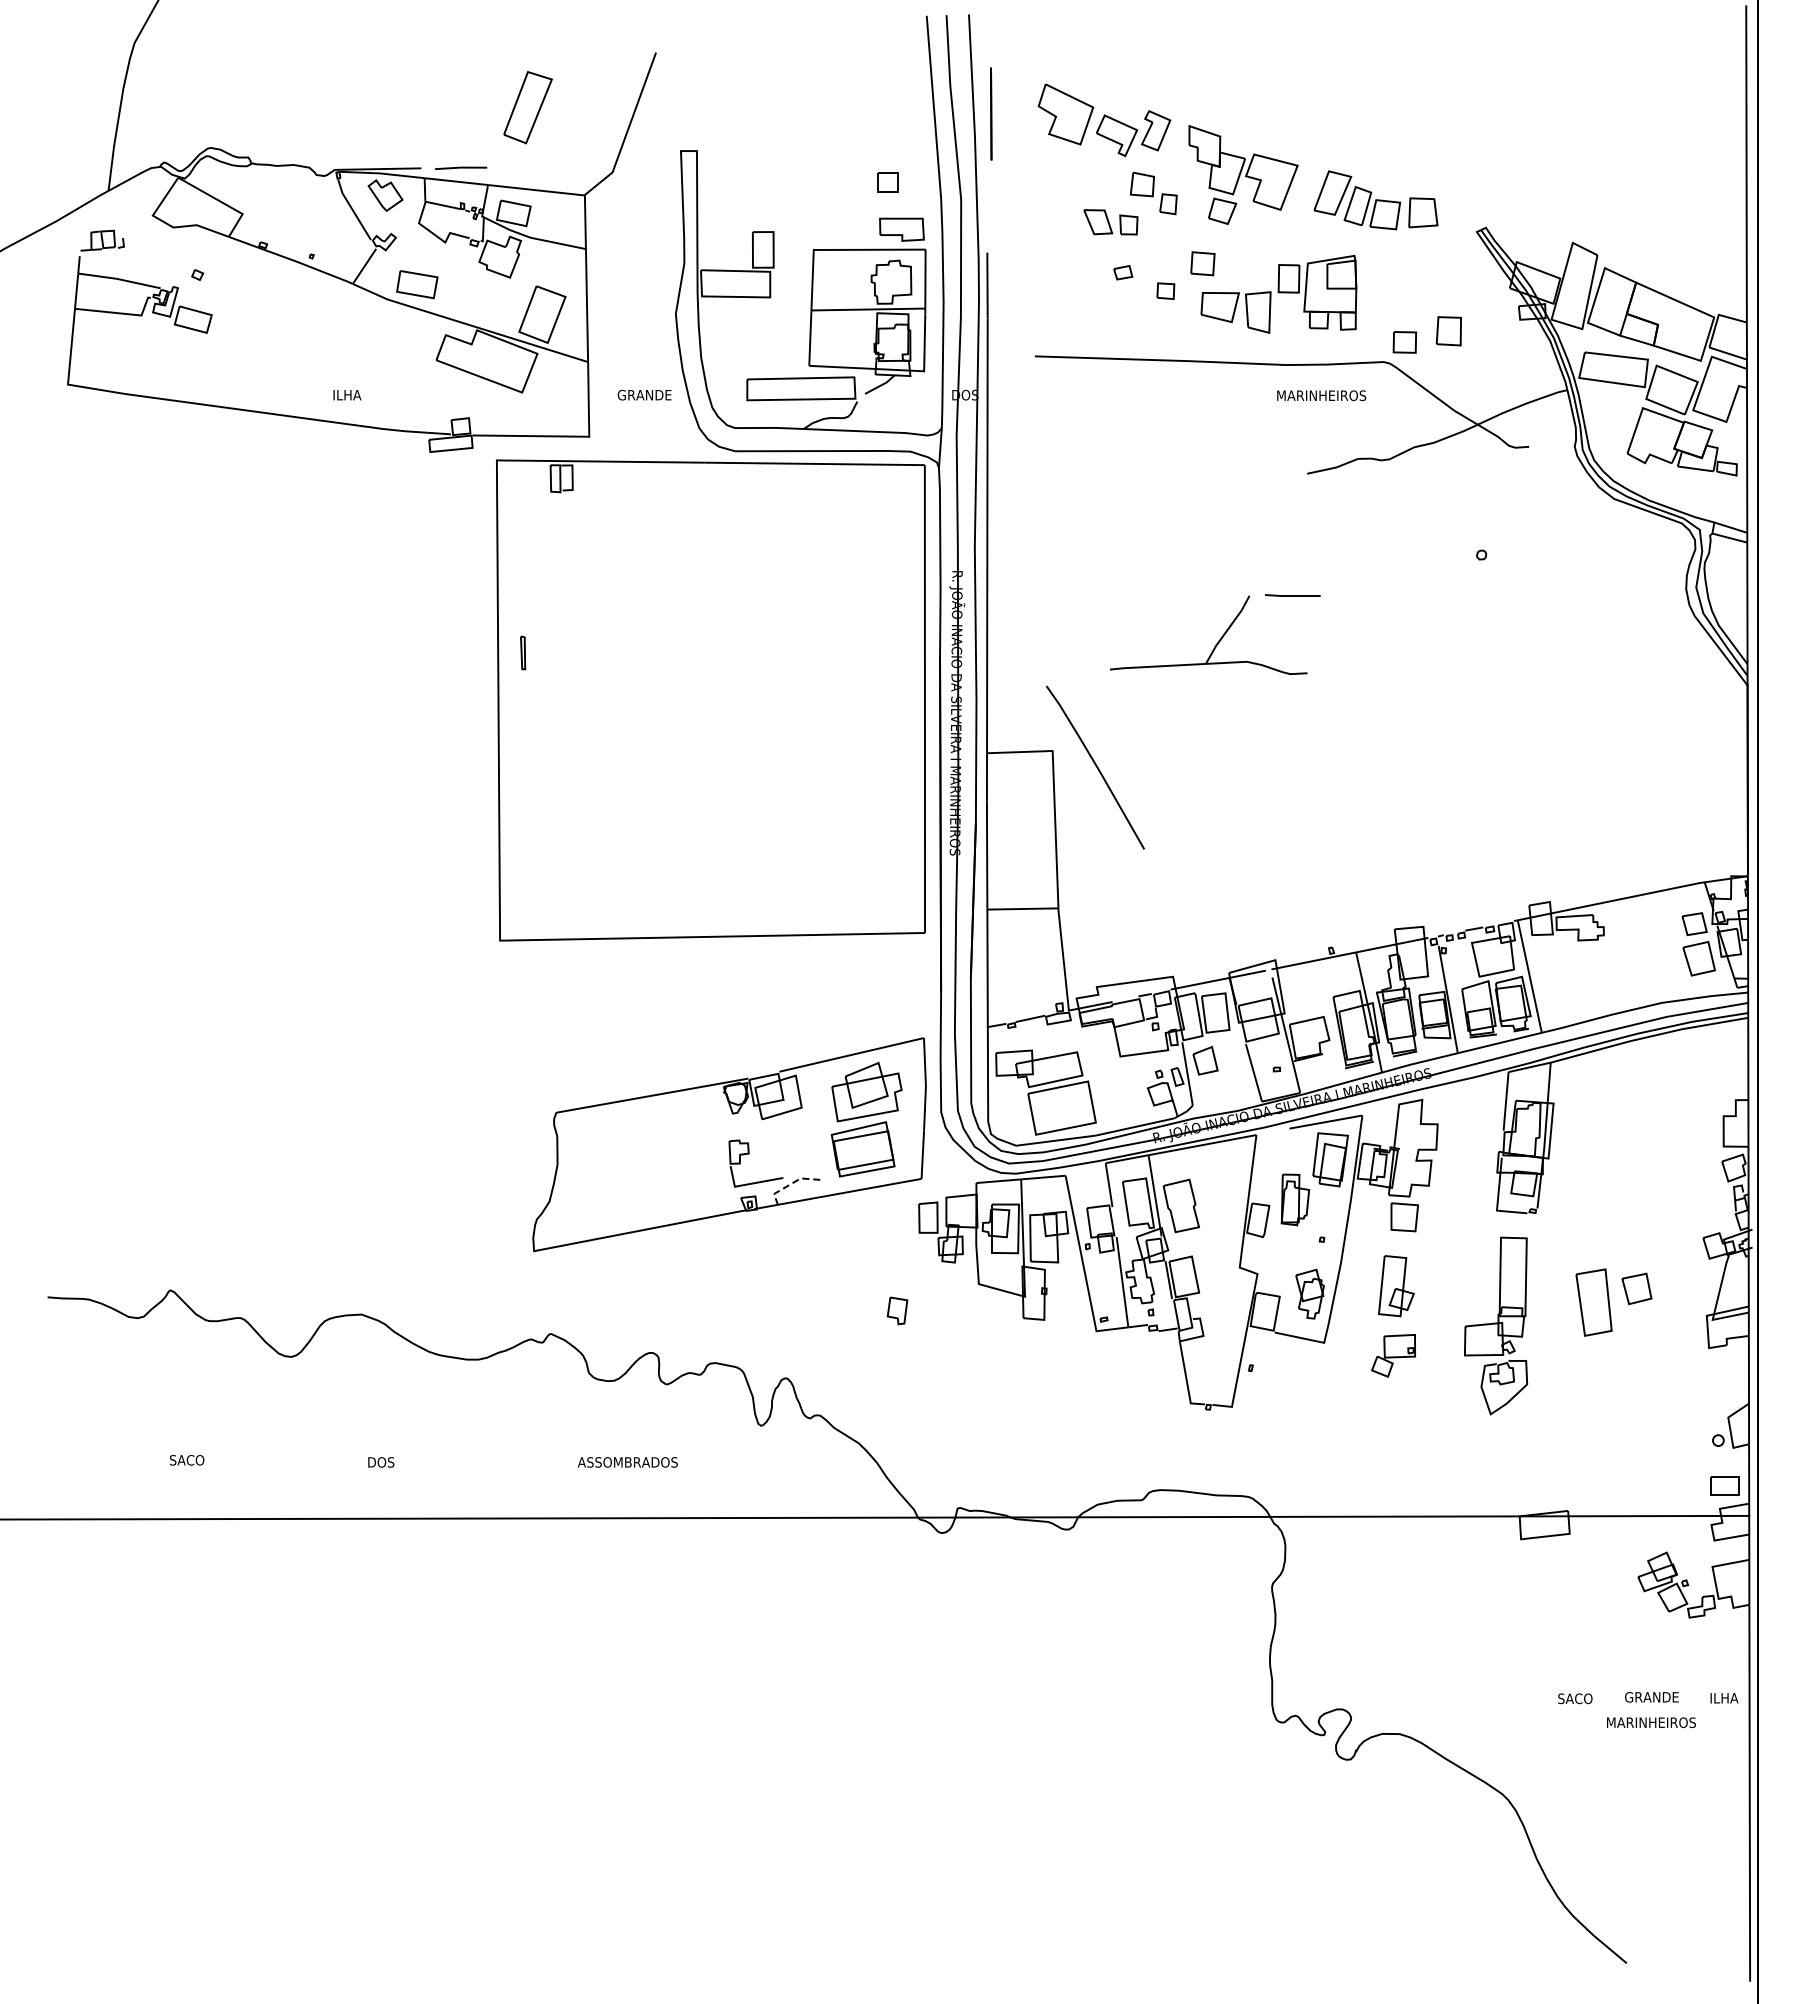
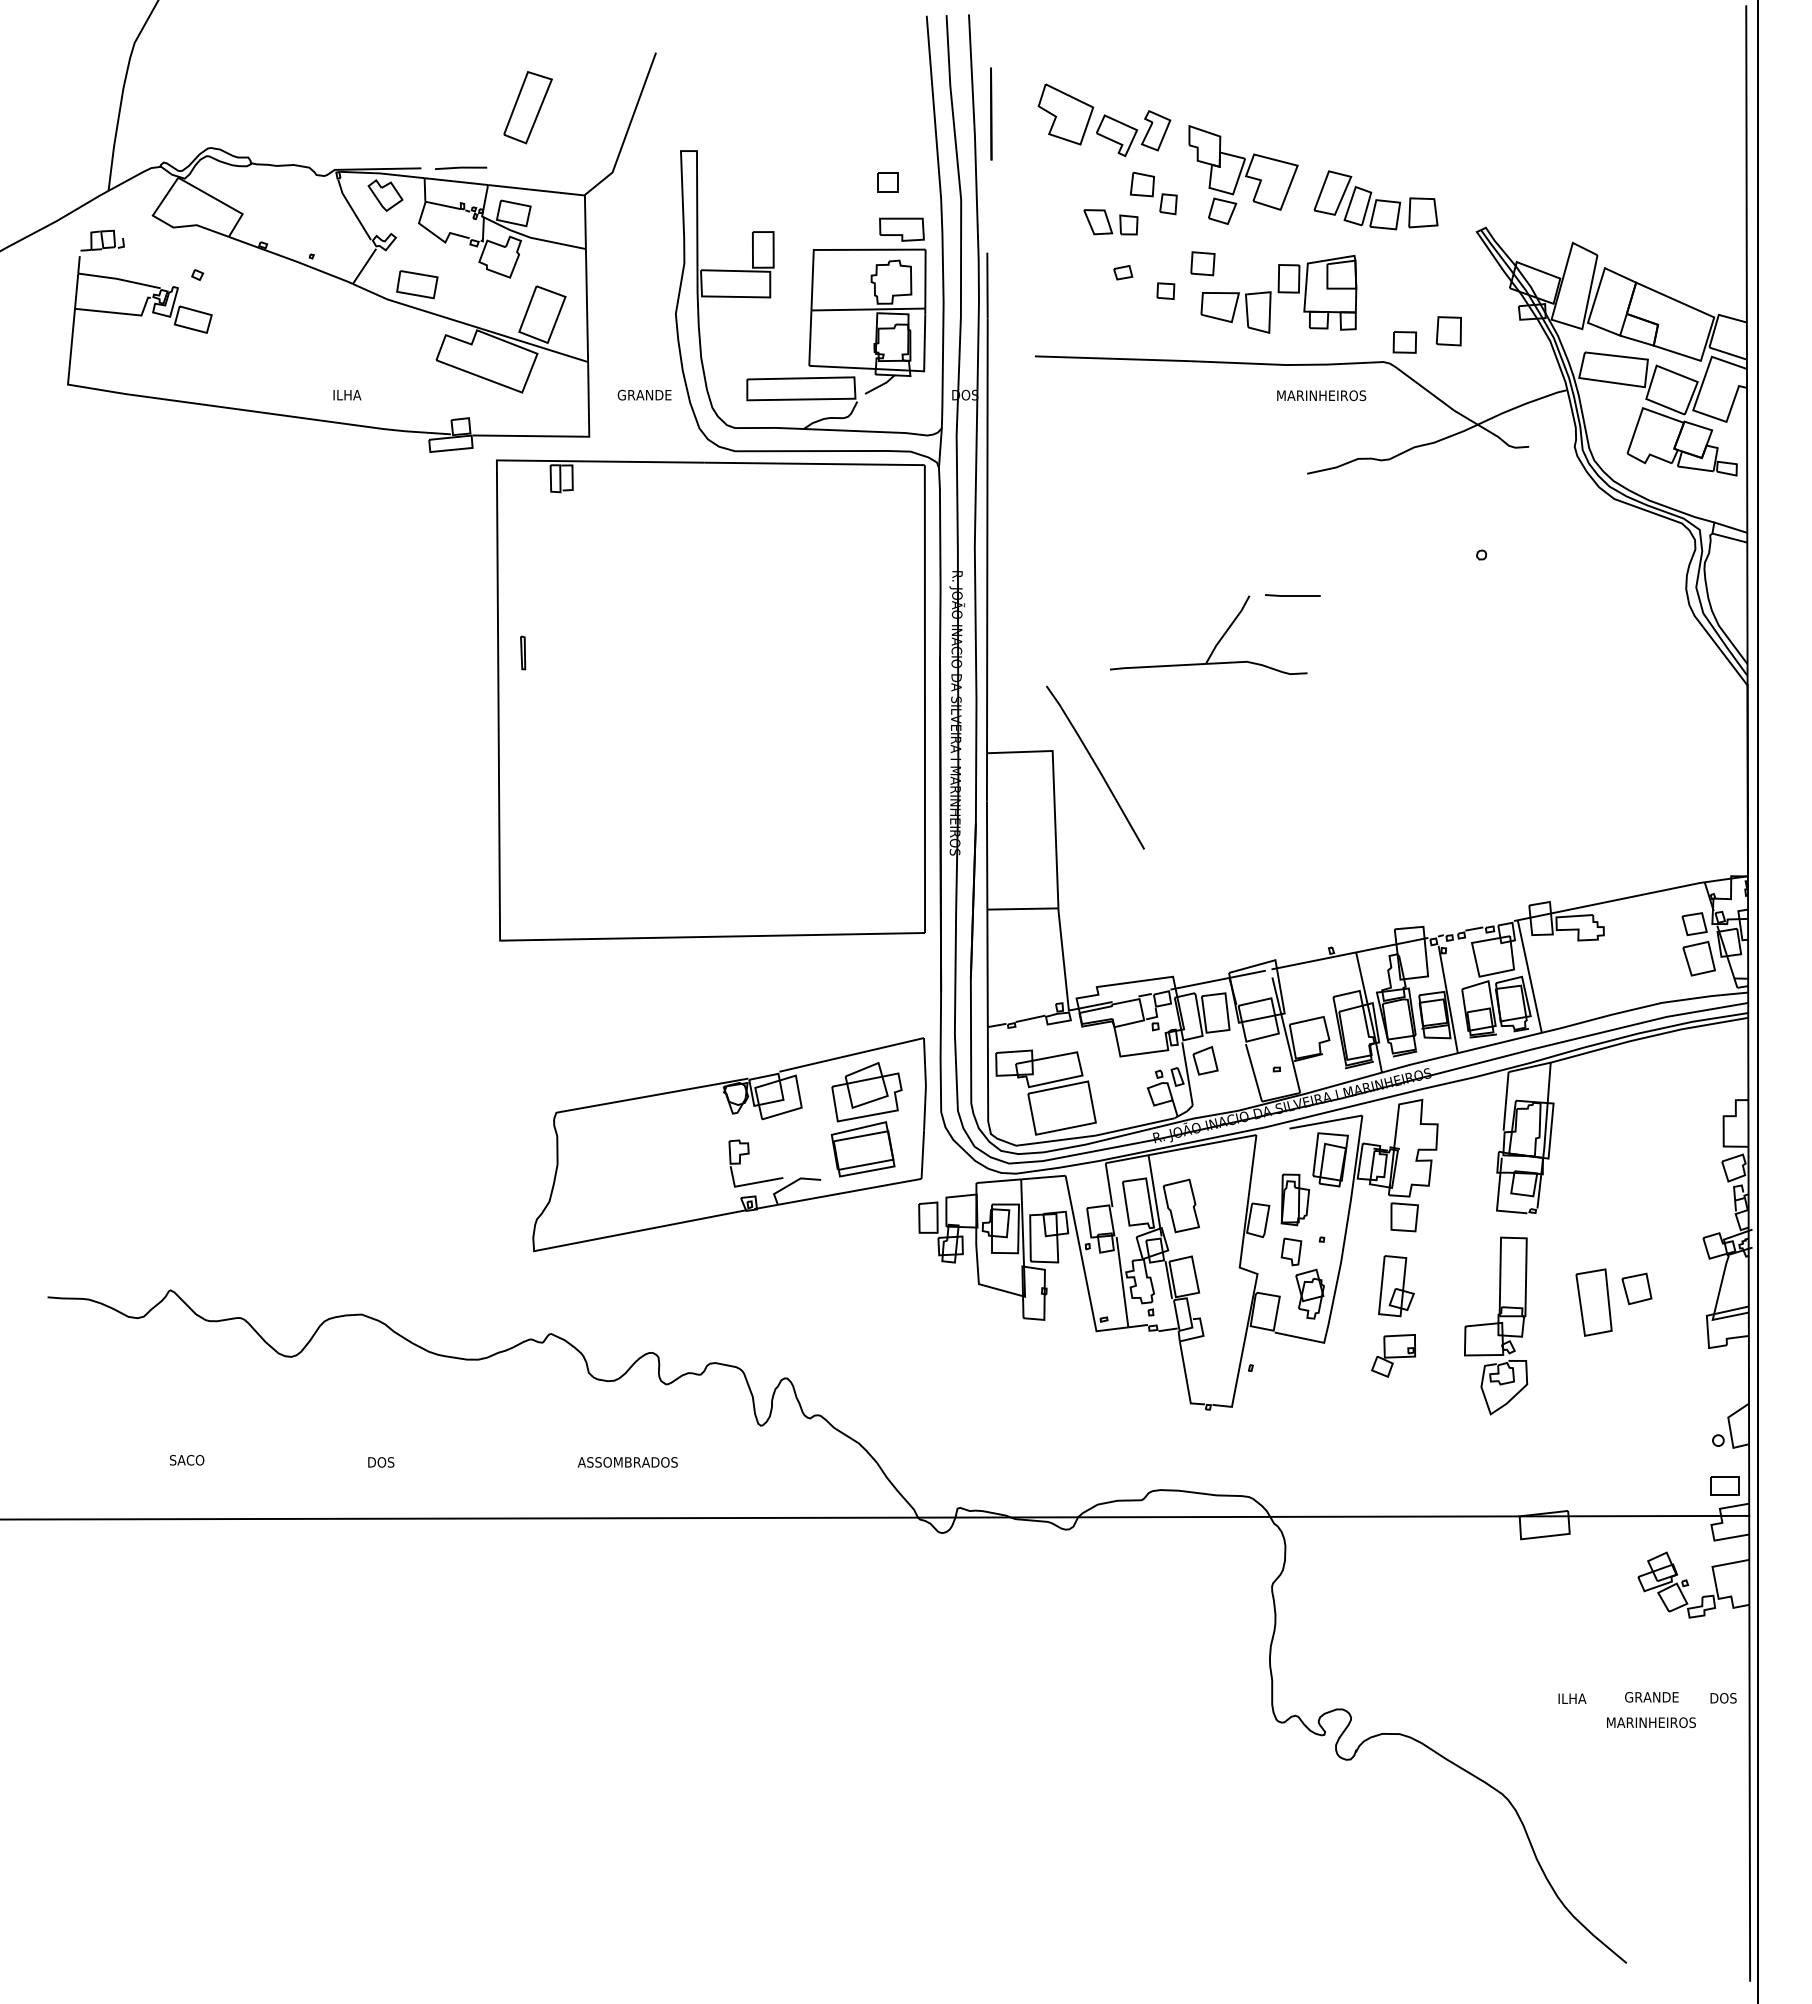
line at (791, 1183): dashed -> solid
part at (897, 1310) position: (897, 1310) -> (1291, 1251)
text at (1575, 1698): SACO -> ILHA
text at (1724, 1698): ILHA -> DOS
